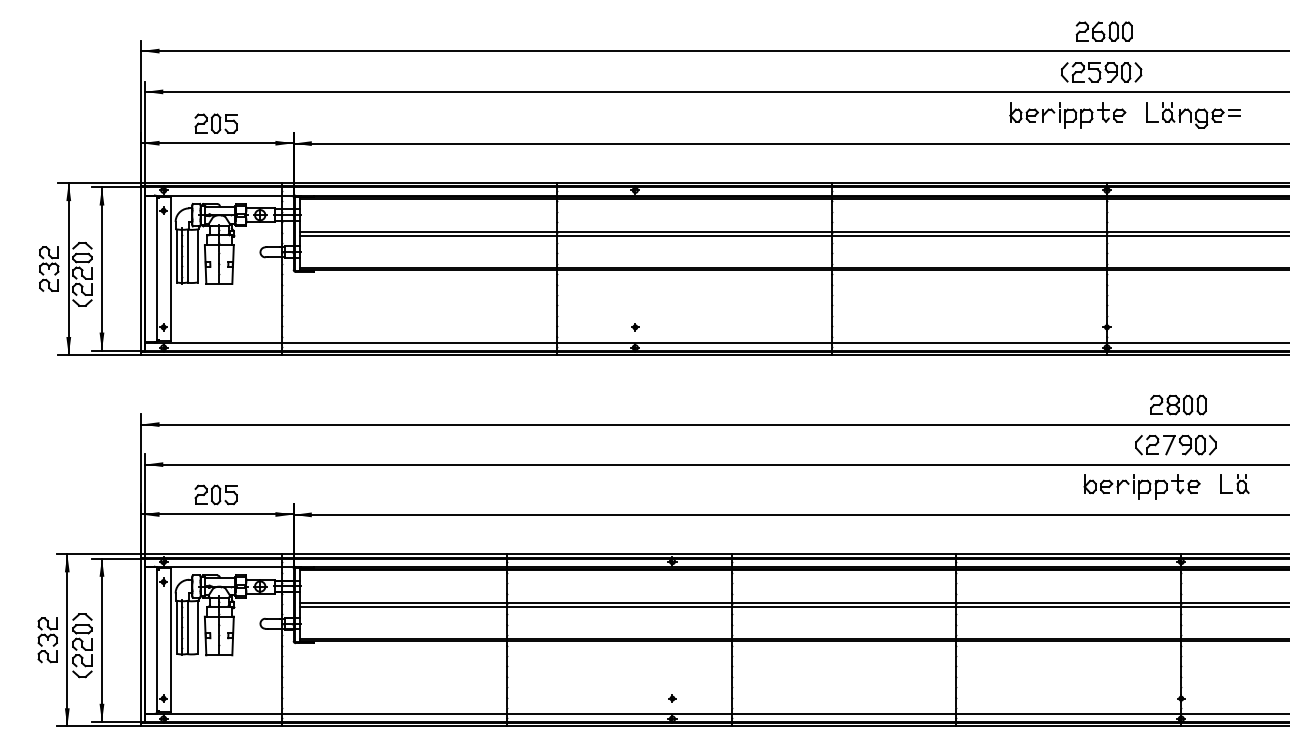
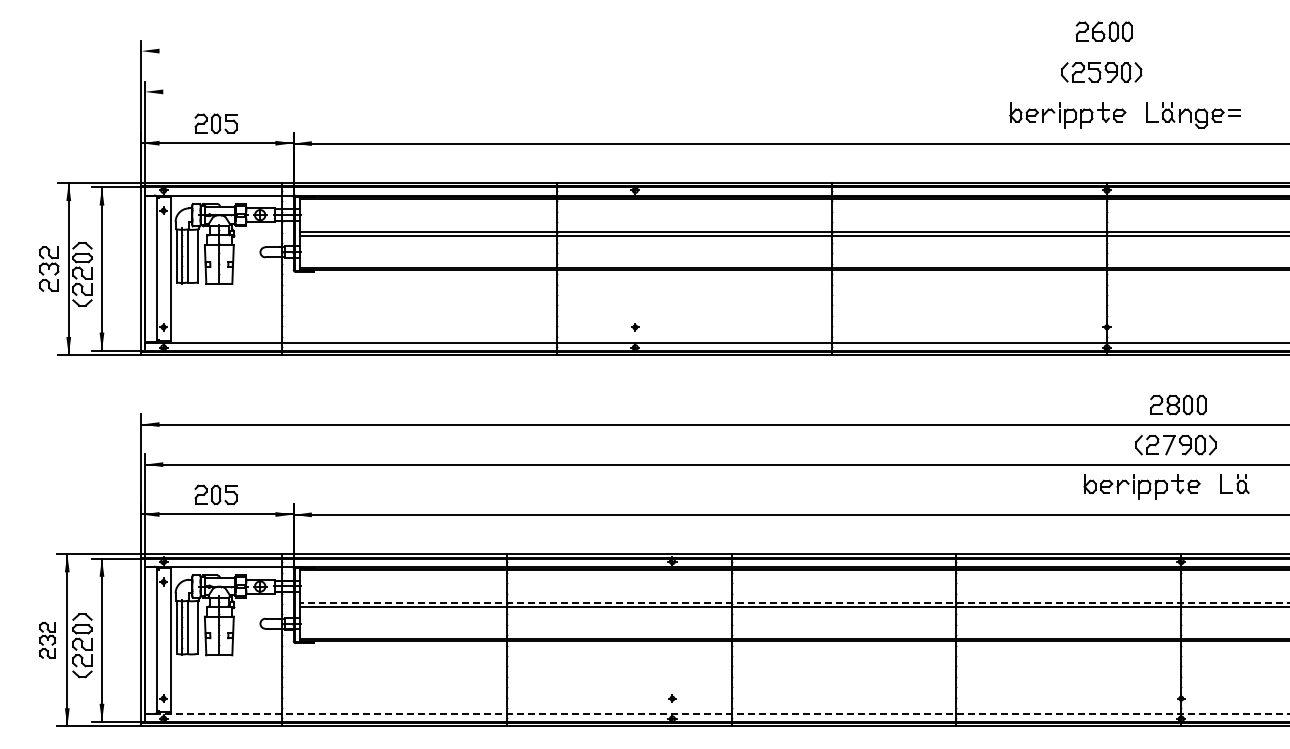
line at (713, 51): present -> none
line at (715, 91): present -> none
line at (794, 602): solid -> dashed
part at (47, 640) size: 21x47 px -> 18x38 px
line at (716, 713): solid -> dashed
